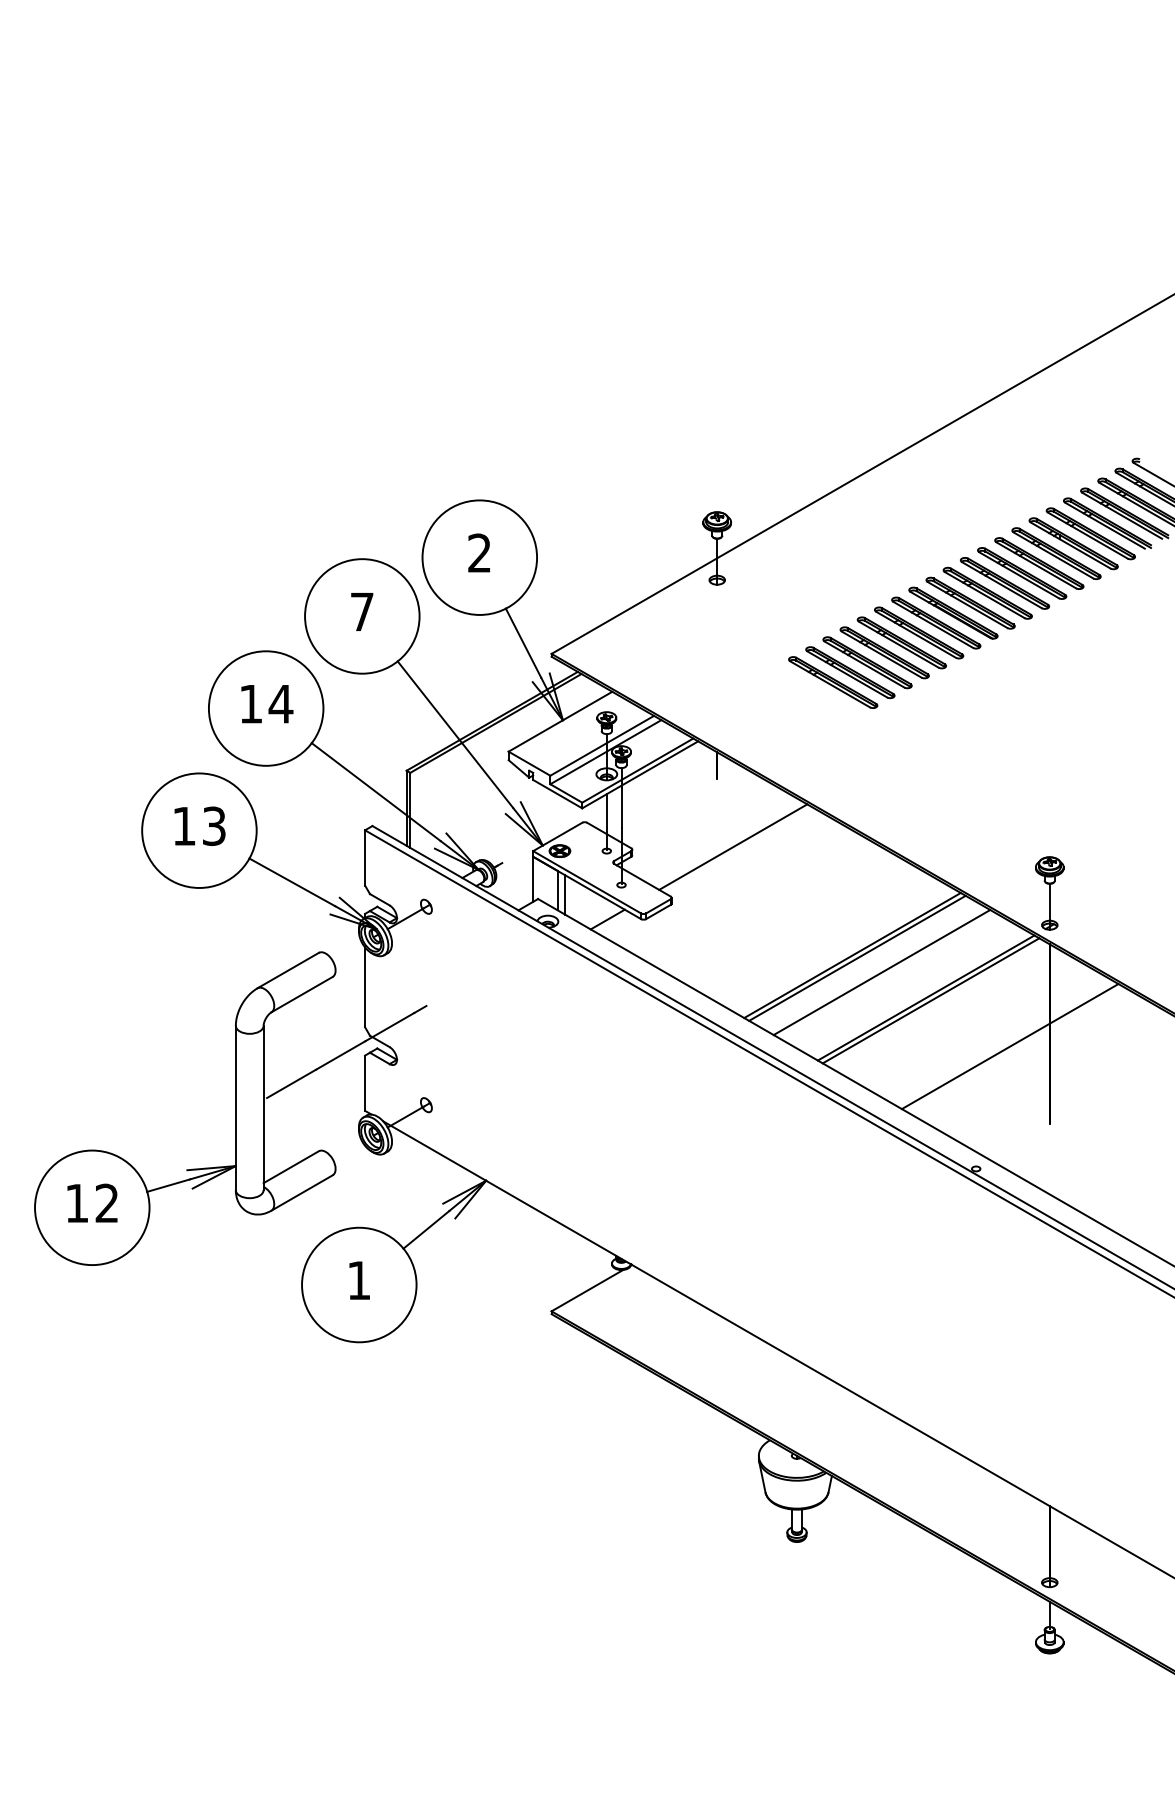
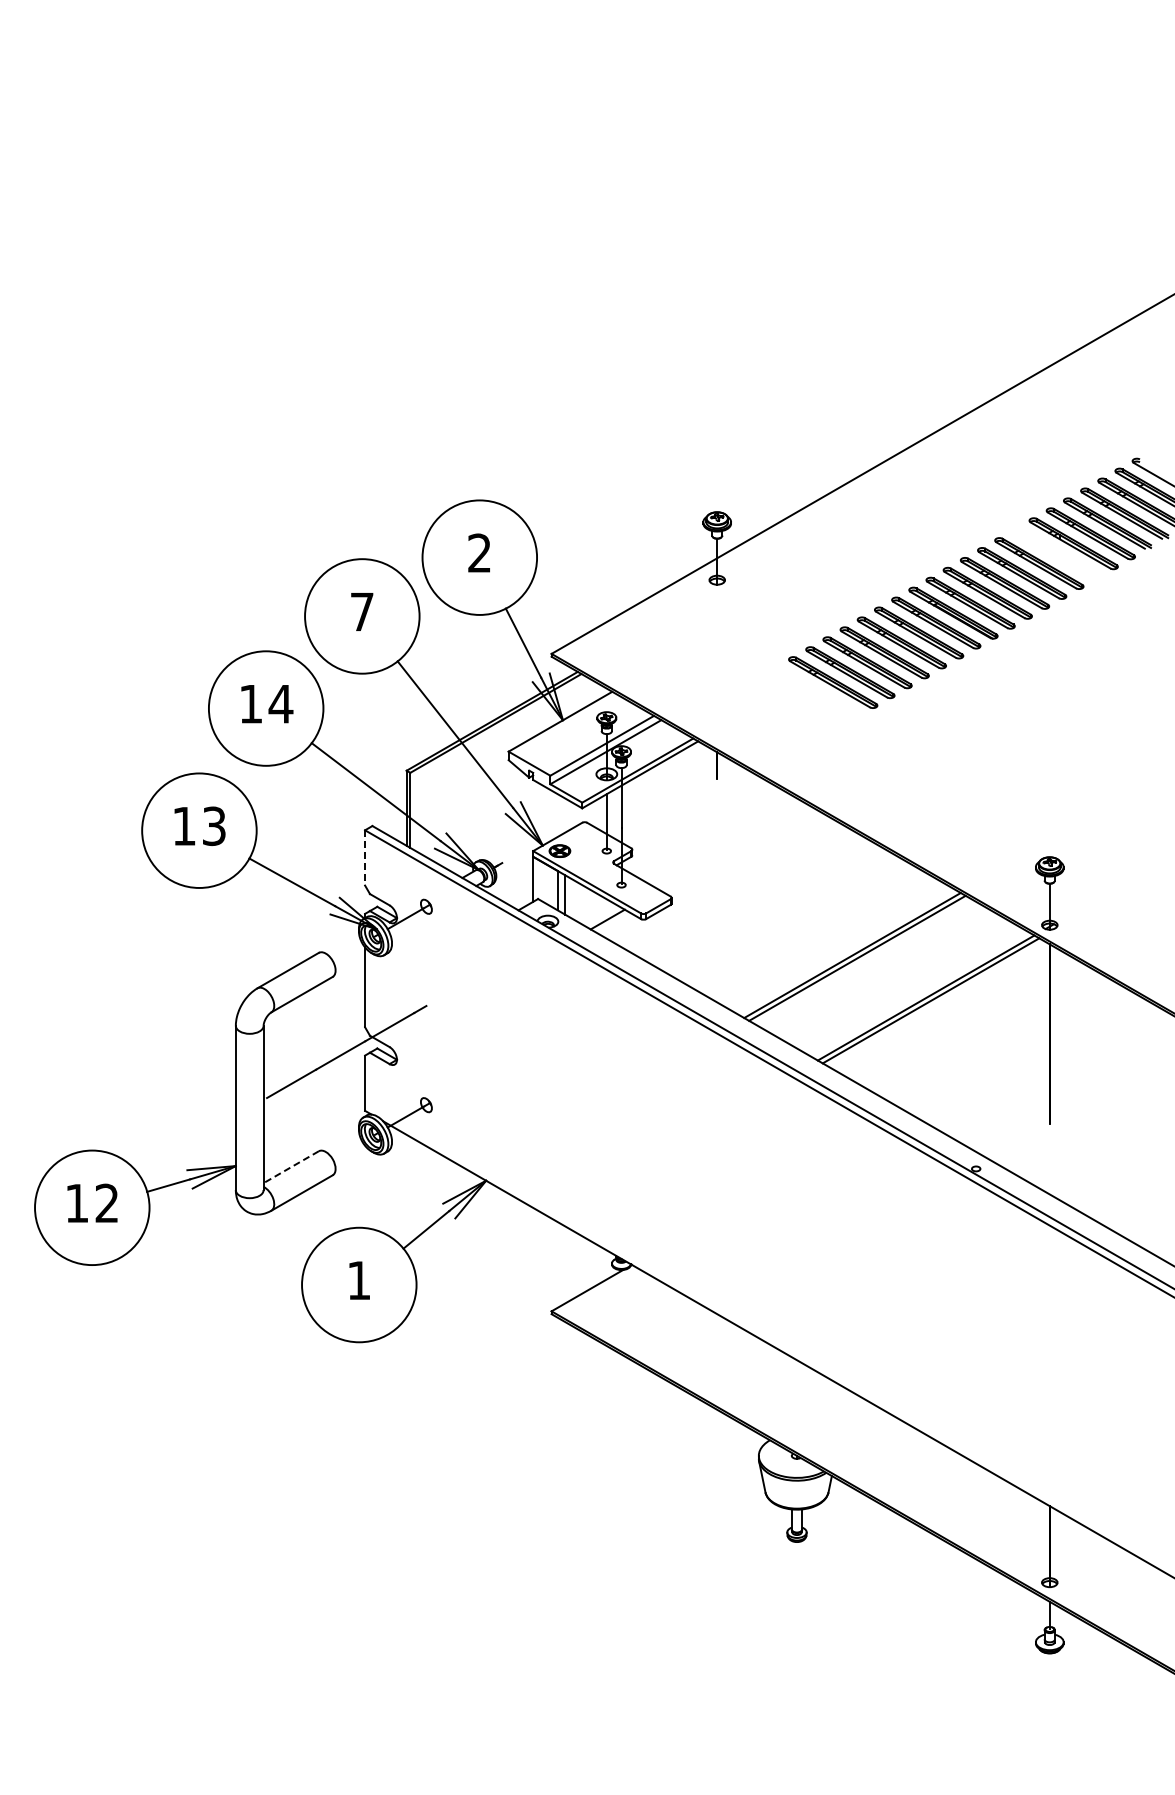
part at (1056, 553): present -> none
line at (733, 846): present -> none
line at (365, 857): solid -> dashed
line at (881, 972): present -> none
line at (1009, 1046): present -> none
line at (291, 1167): solid -> dashed
